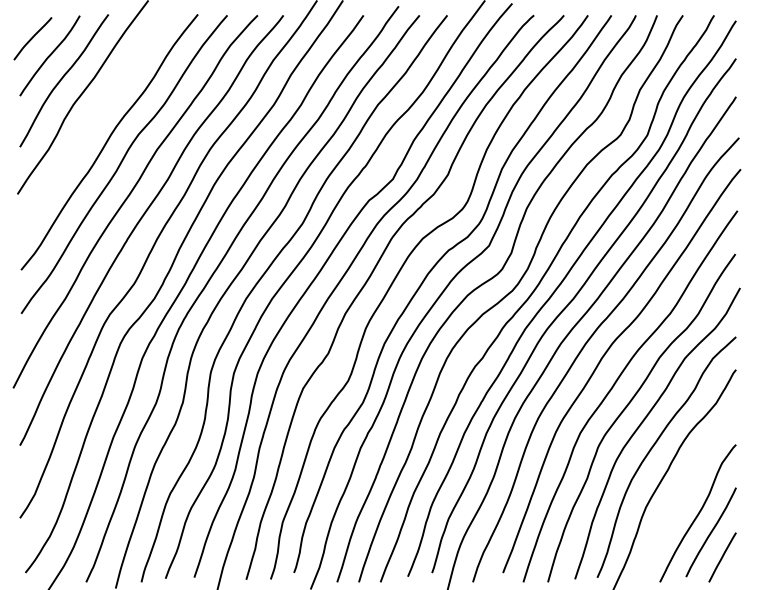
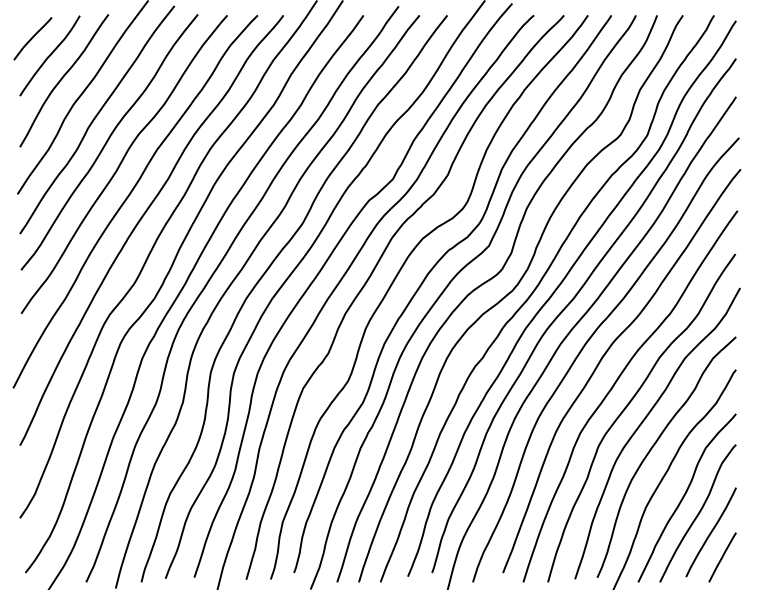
curve at (95, 119): none -> present
curve at (684, 497): none -> present
